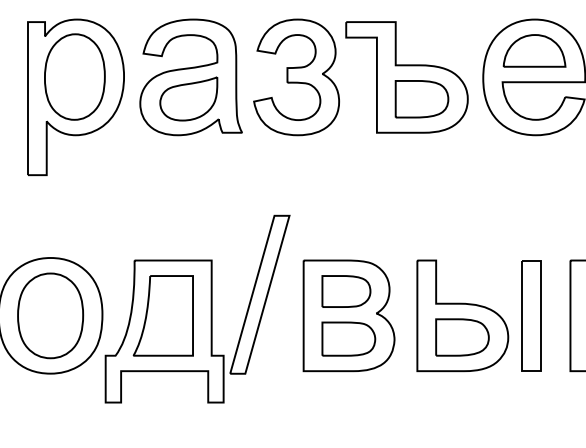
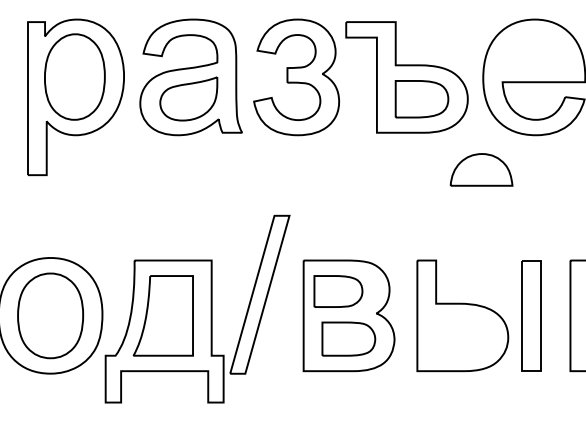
part at (534, 50) position: (534, 50) -> (481, 169)
part at (346, 291) position: (346, 291) -> (338, 291)
part at (462, 337): present -> none
